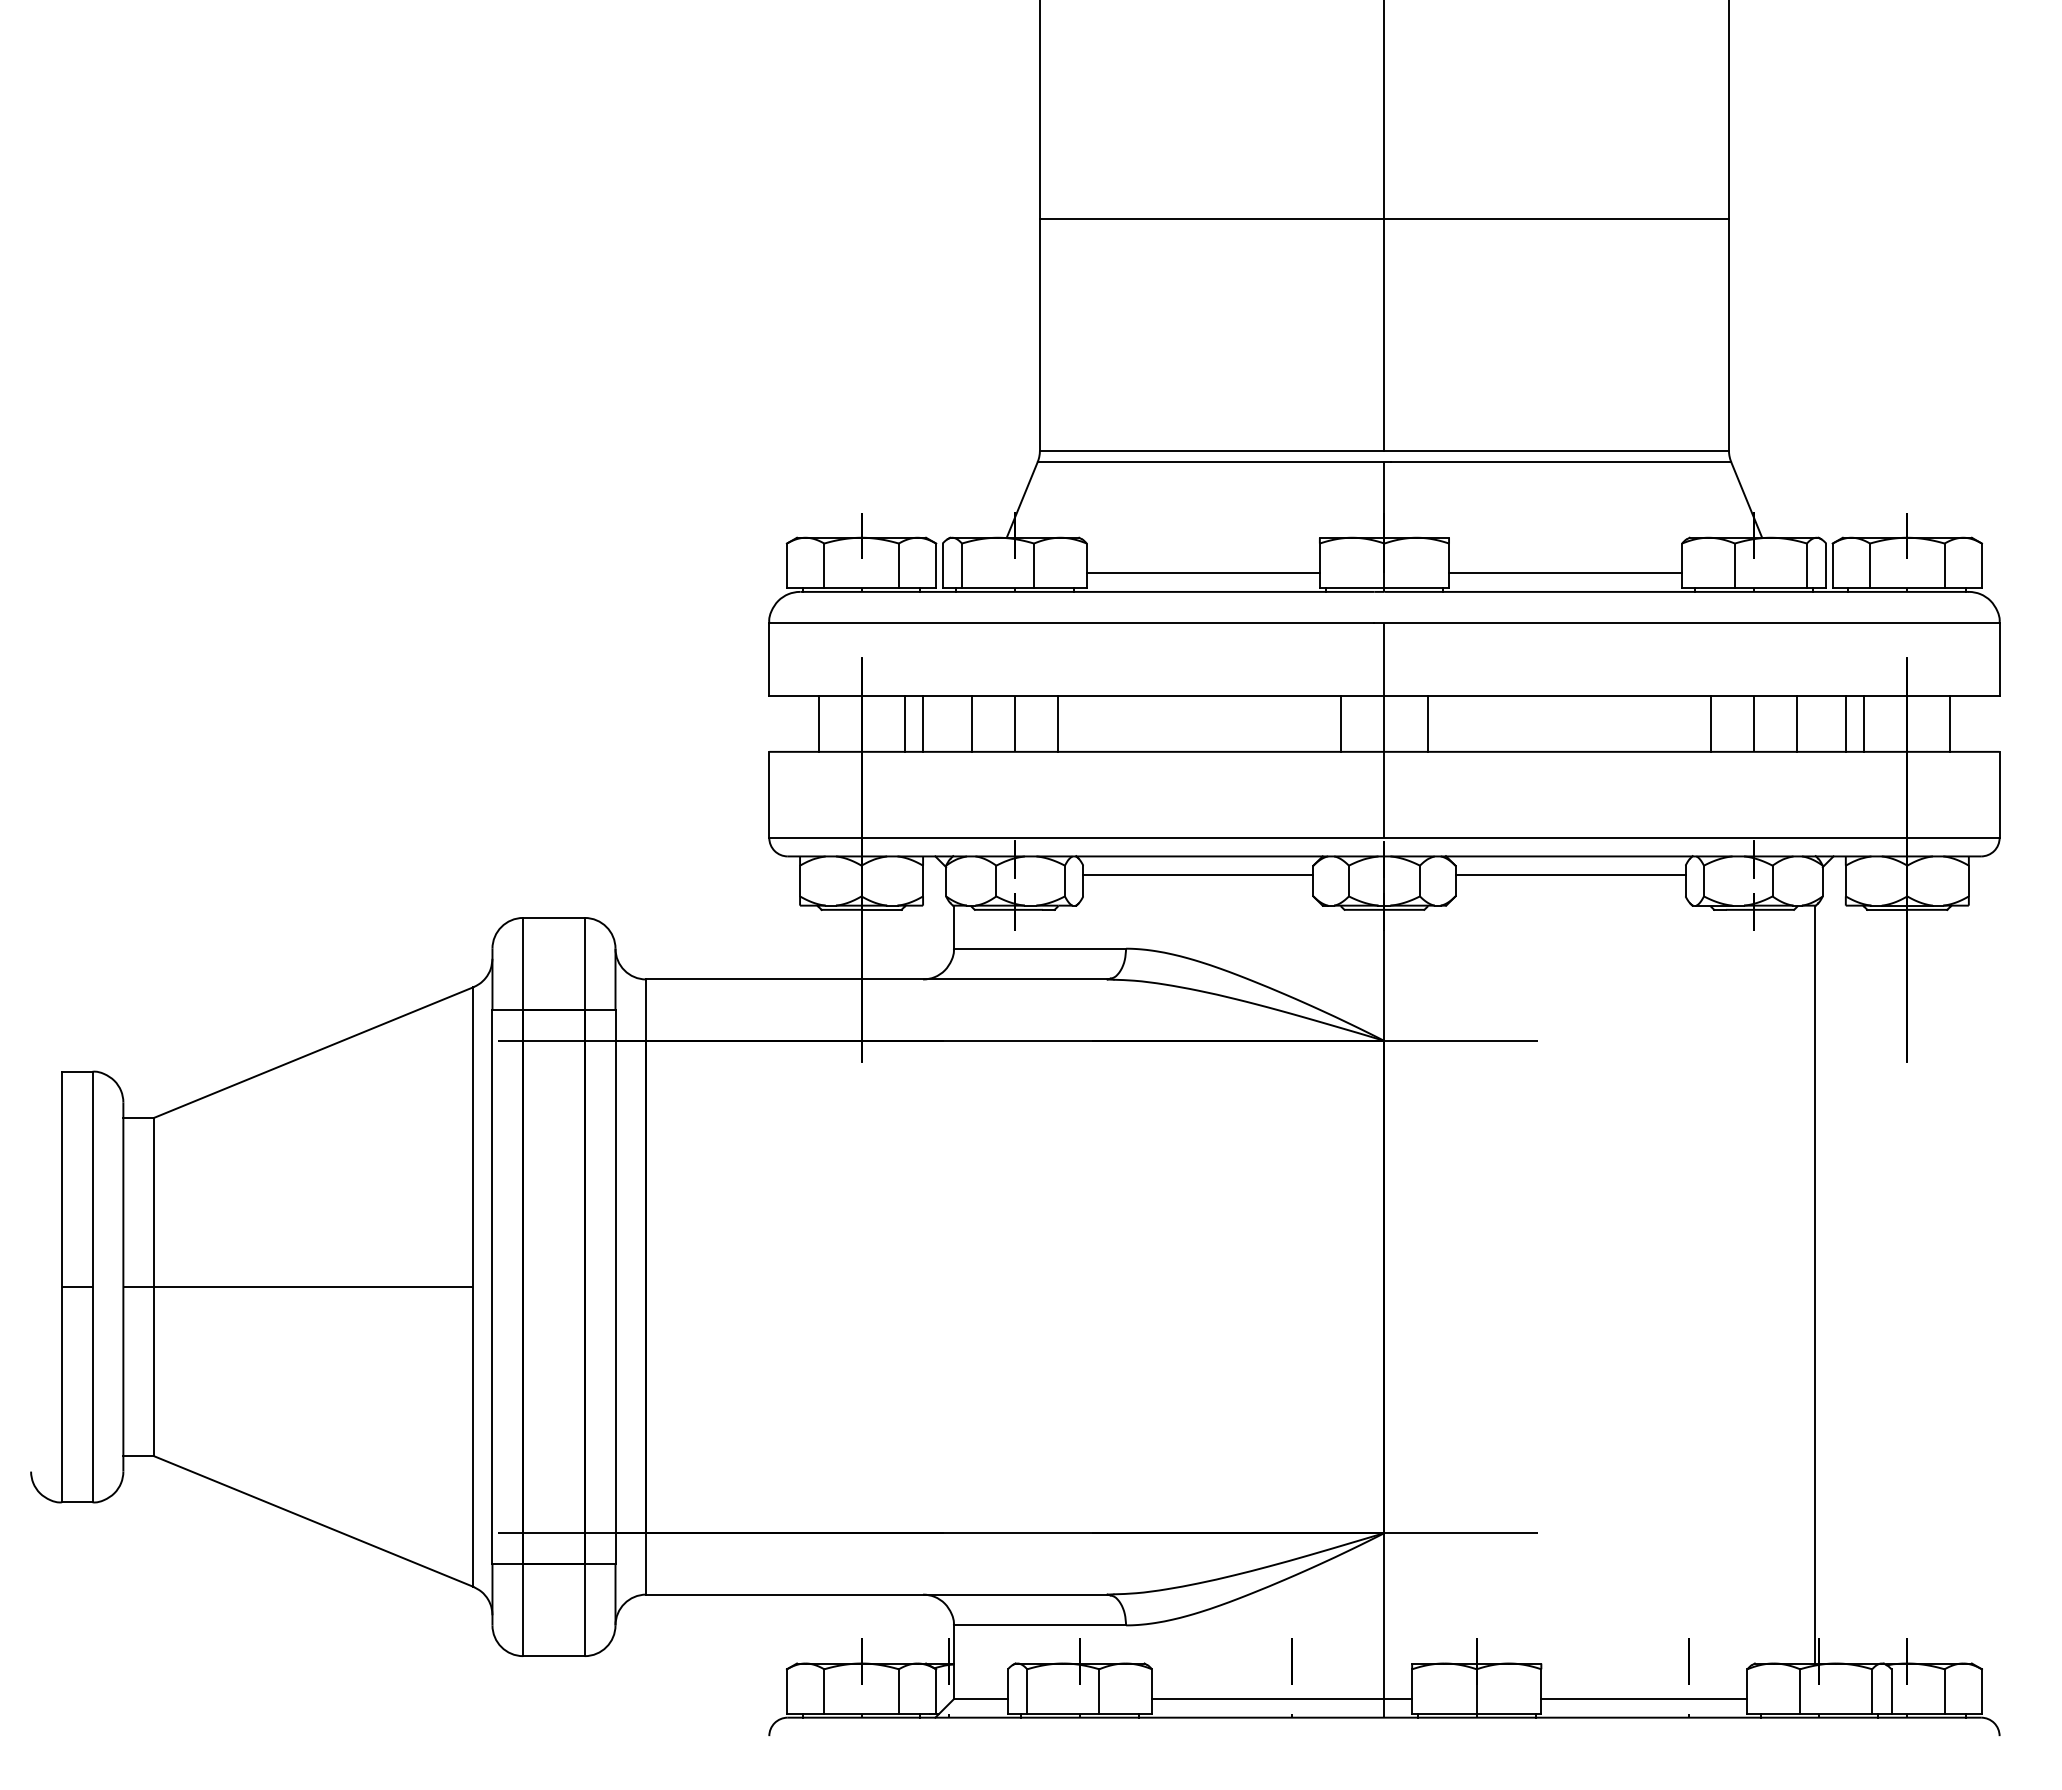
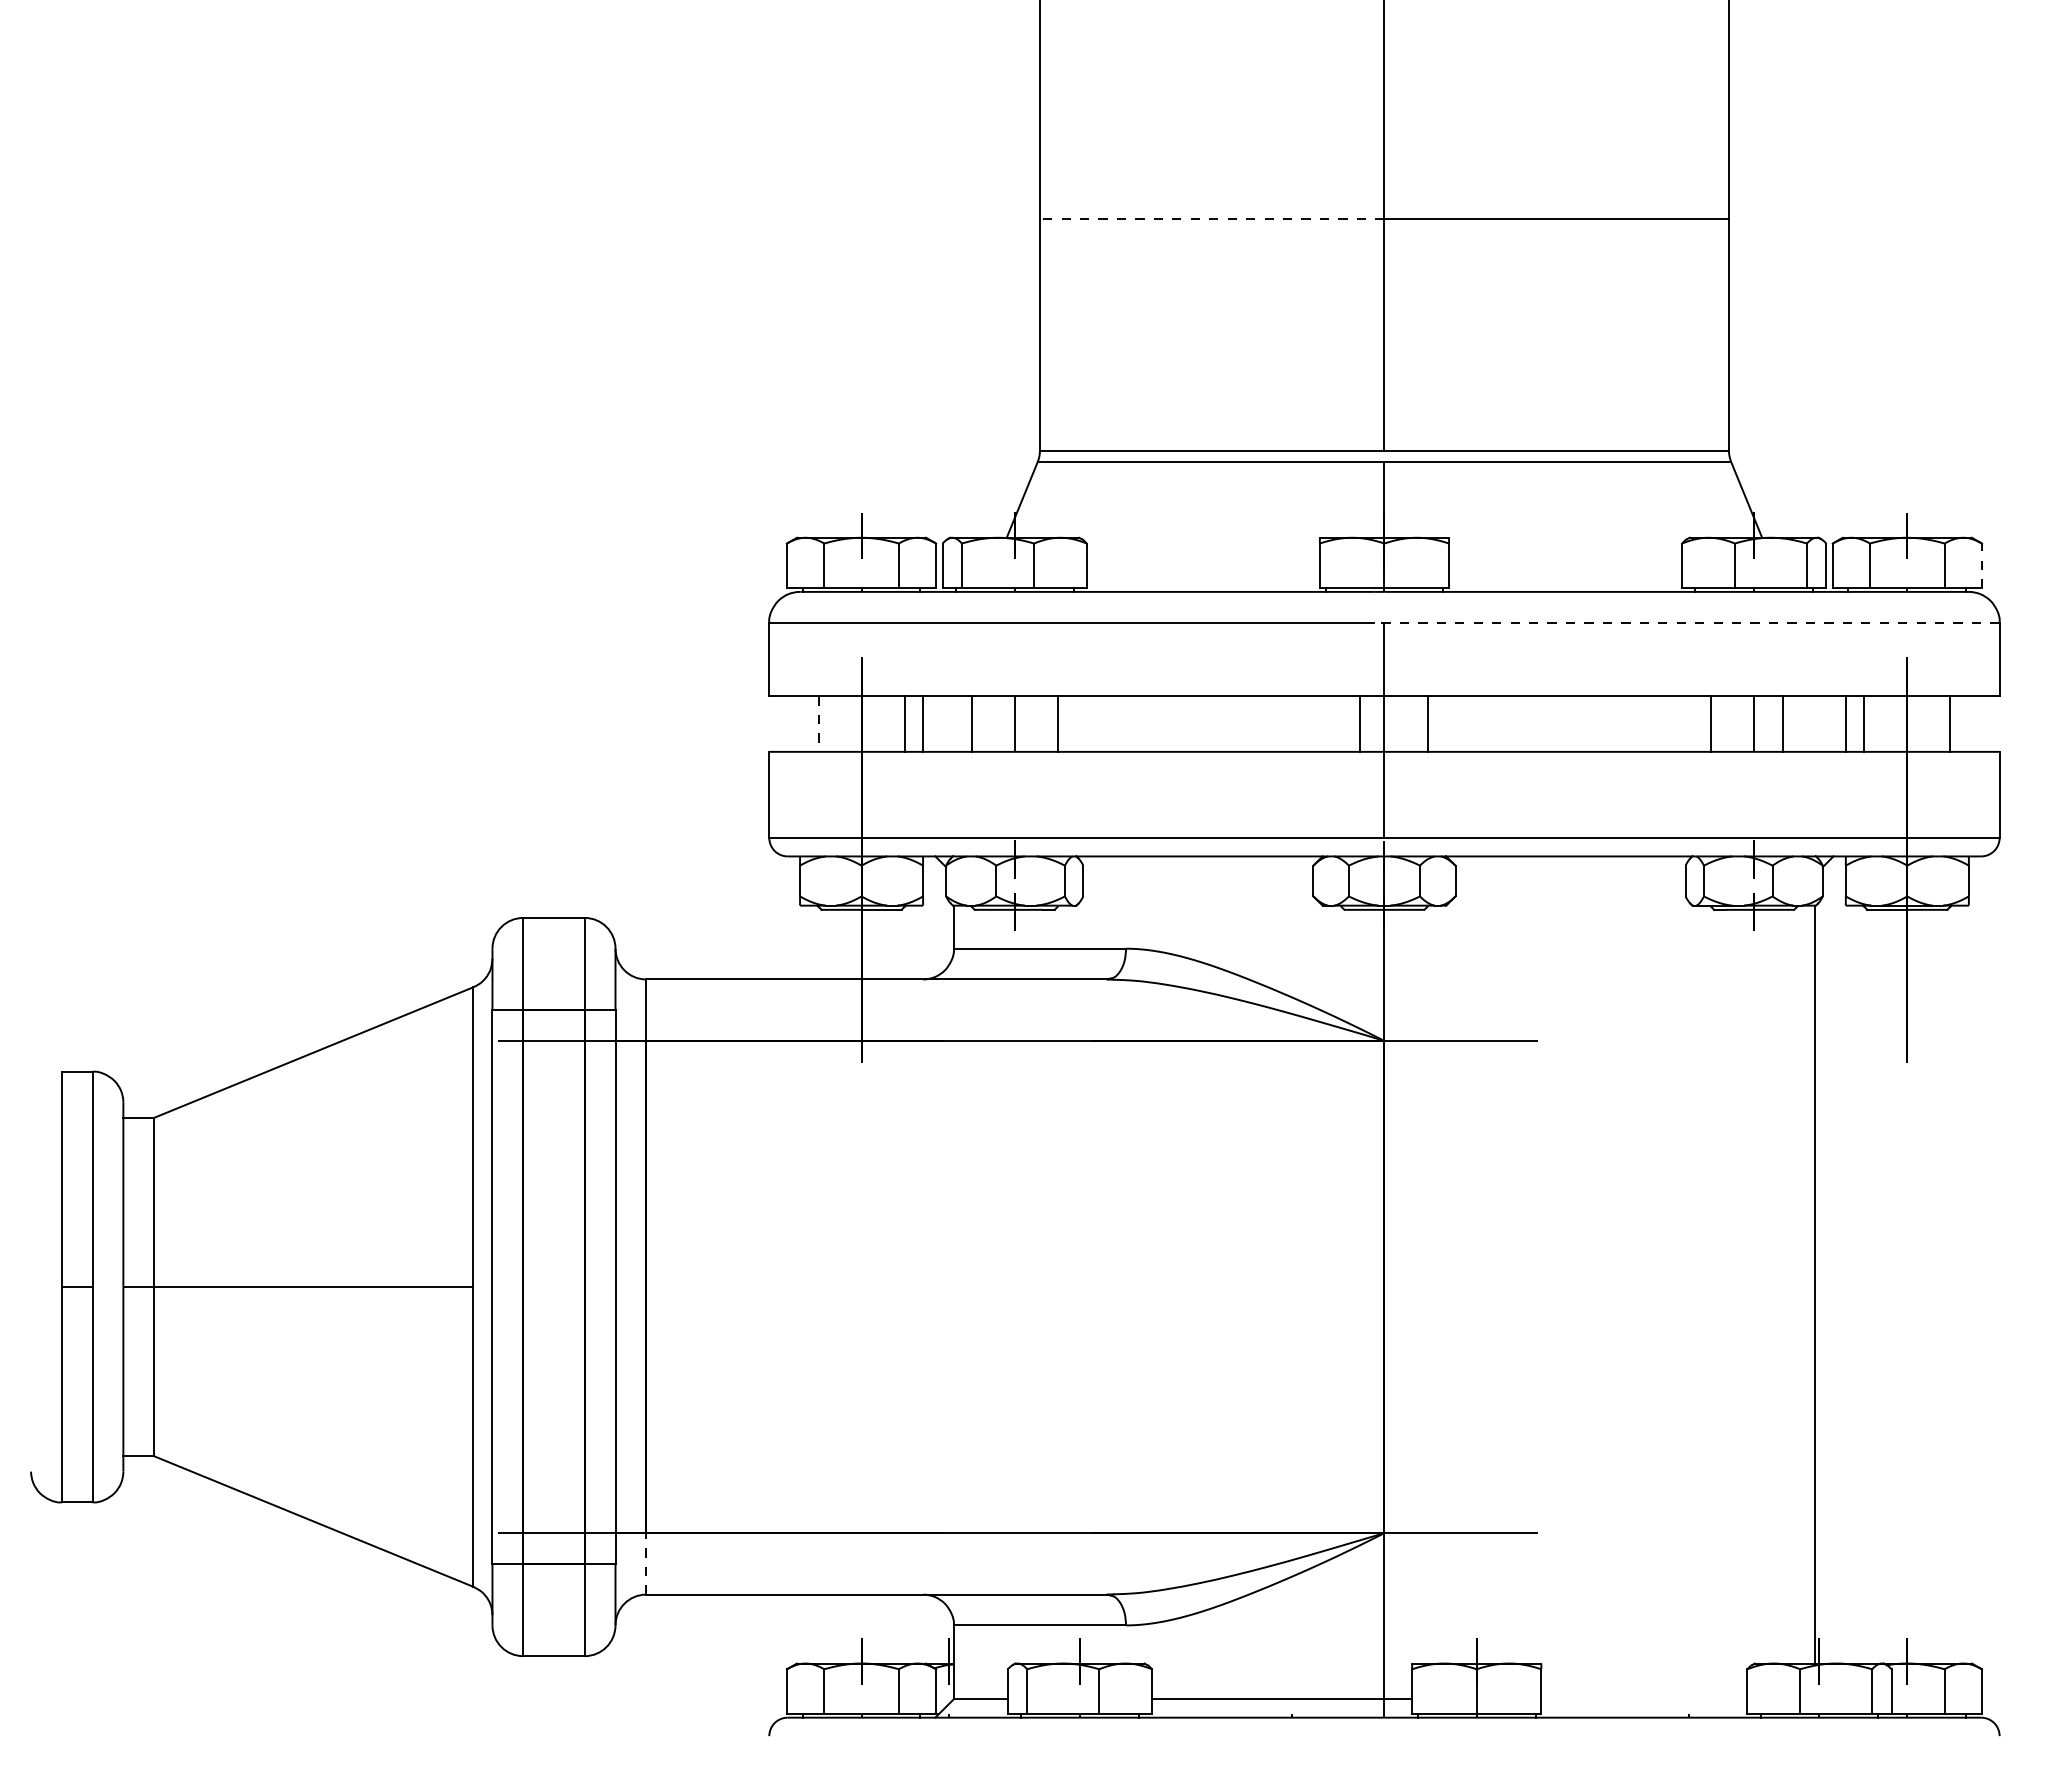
line at (1211, 219): solid -> dashed
line at (1981, 565): solid -> dashed
line at (1202, 572): present -> none
line at (1565, 572): present -> none
line at (1686, 622): solid -> dashed
line at (1341, 723) position: (1341, 723) -> (1360, 723)
line at (1797, 723) position: (1797, 723) -> (1783, 723)
line at (818, 724): solid -> dashed
line at (1198, 874): present -> none
line at (1570, 874): present -> none
line at (646, 1563): solid -> dashed
line at (1291, 1661): present -> none
line at (1688, 1661): present -> none
line at (1644, 1699): present -> none
